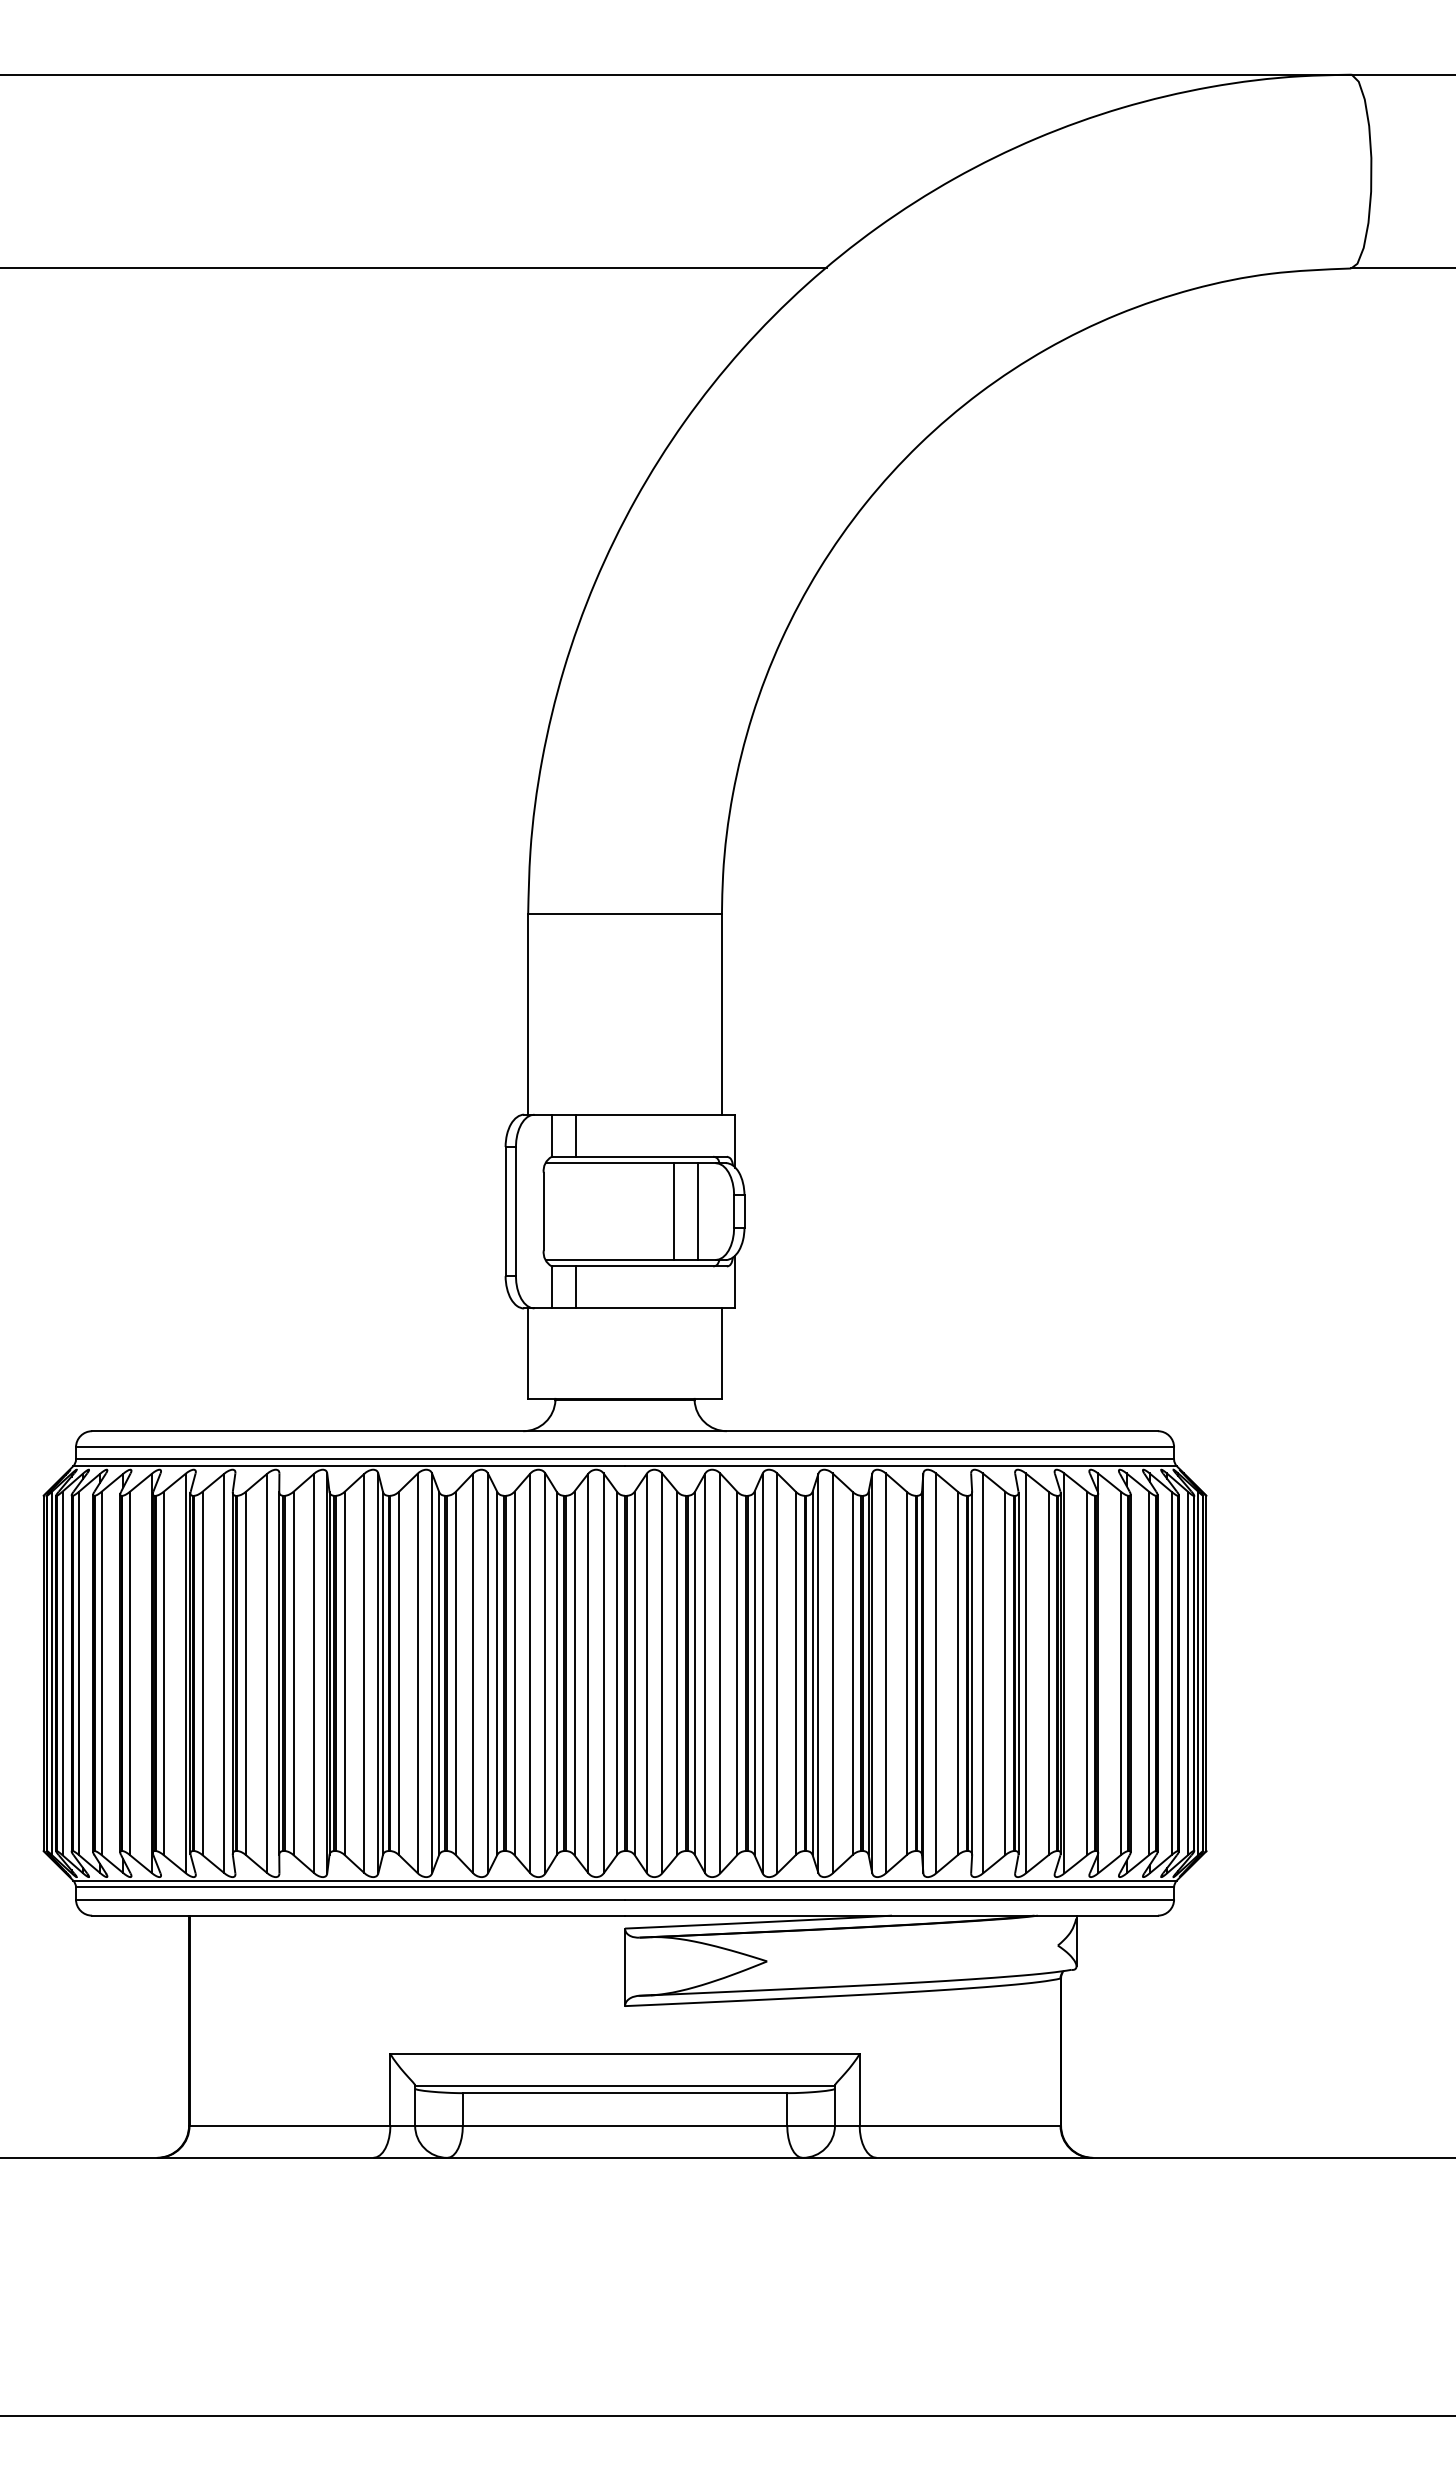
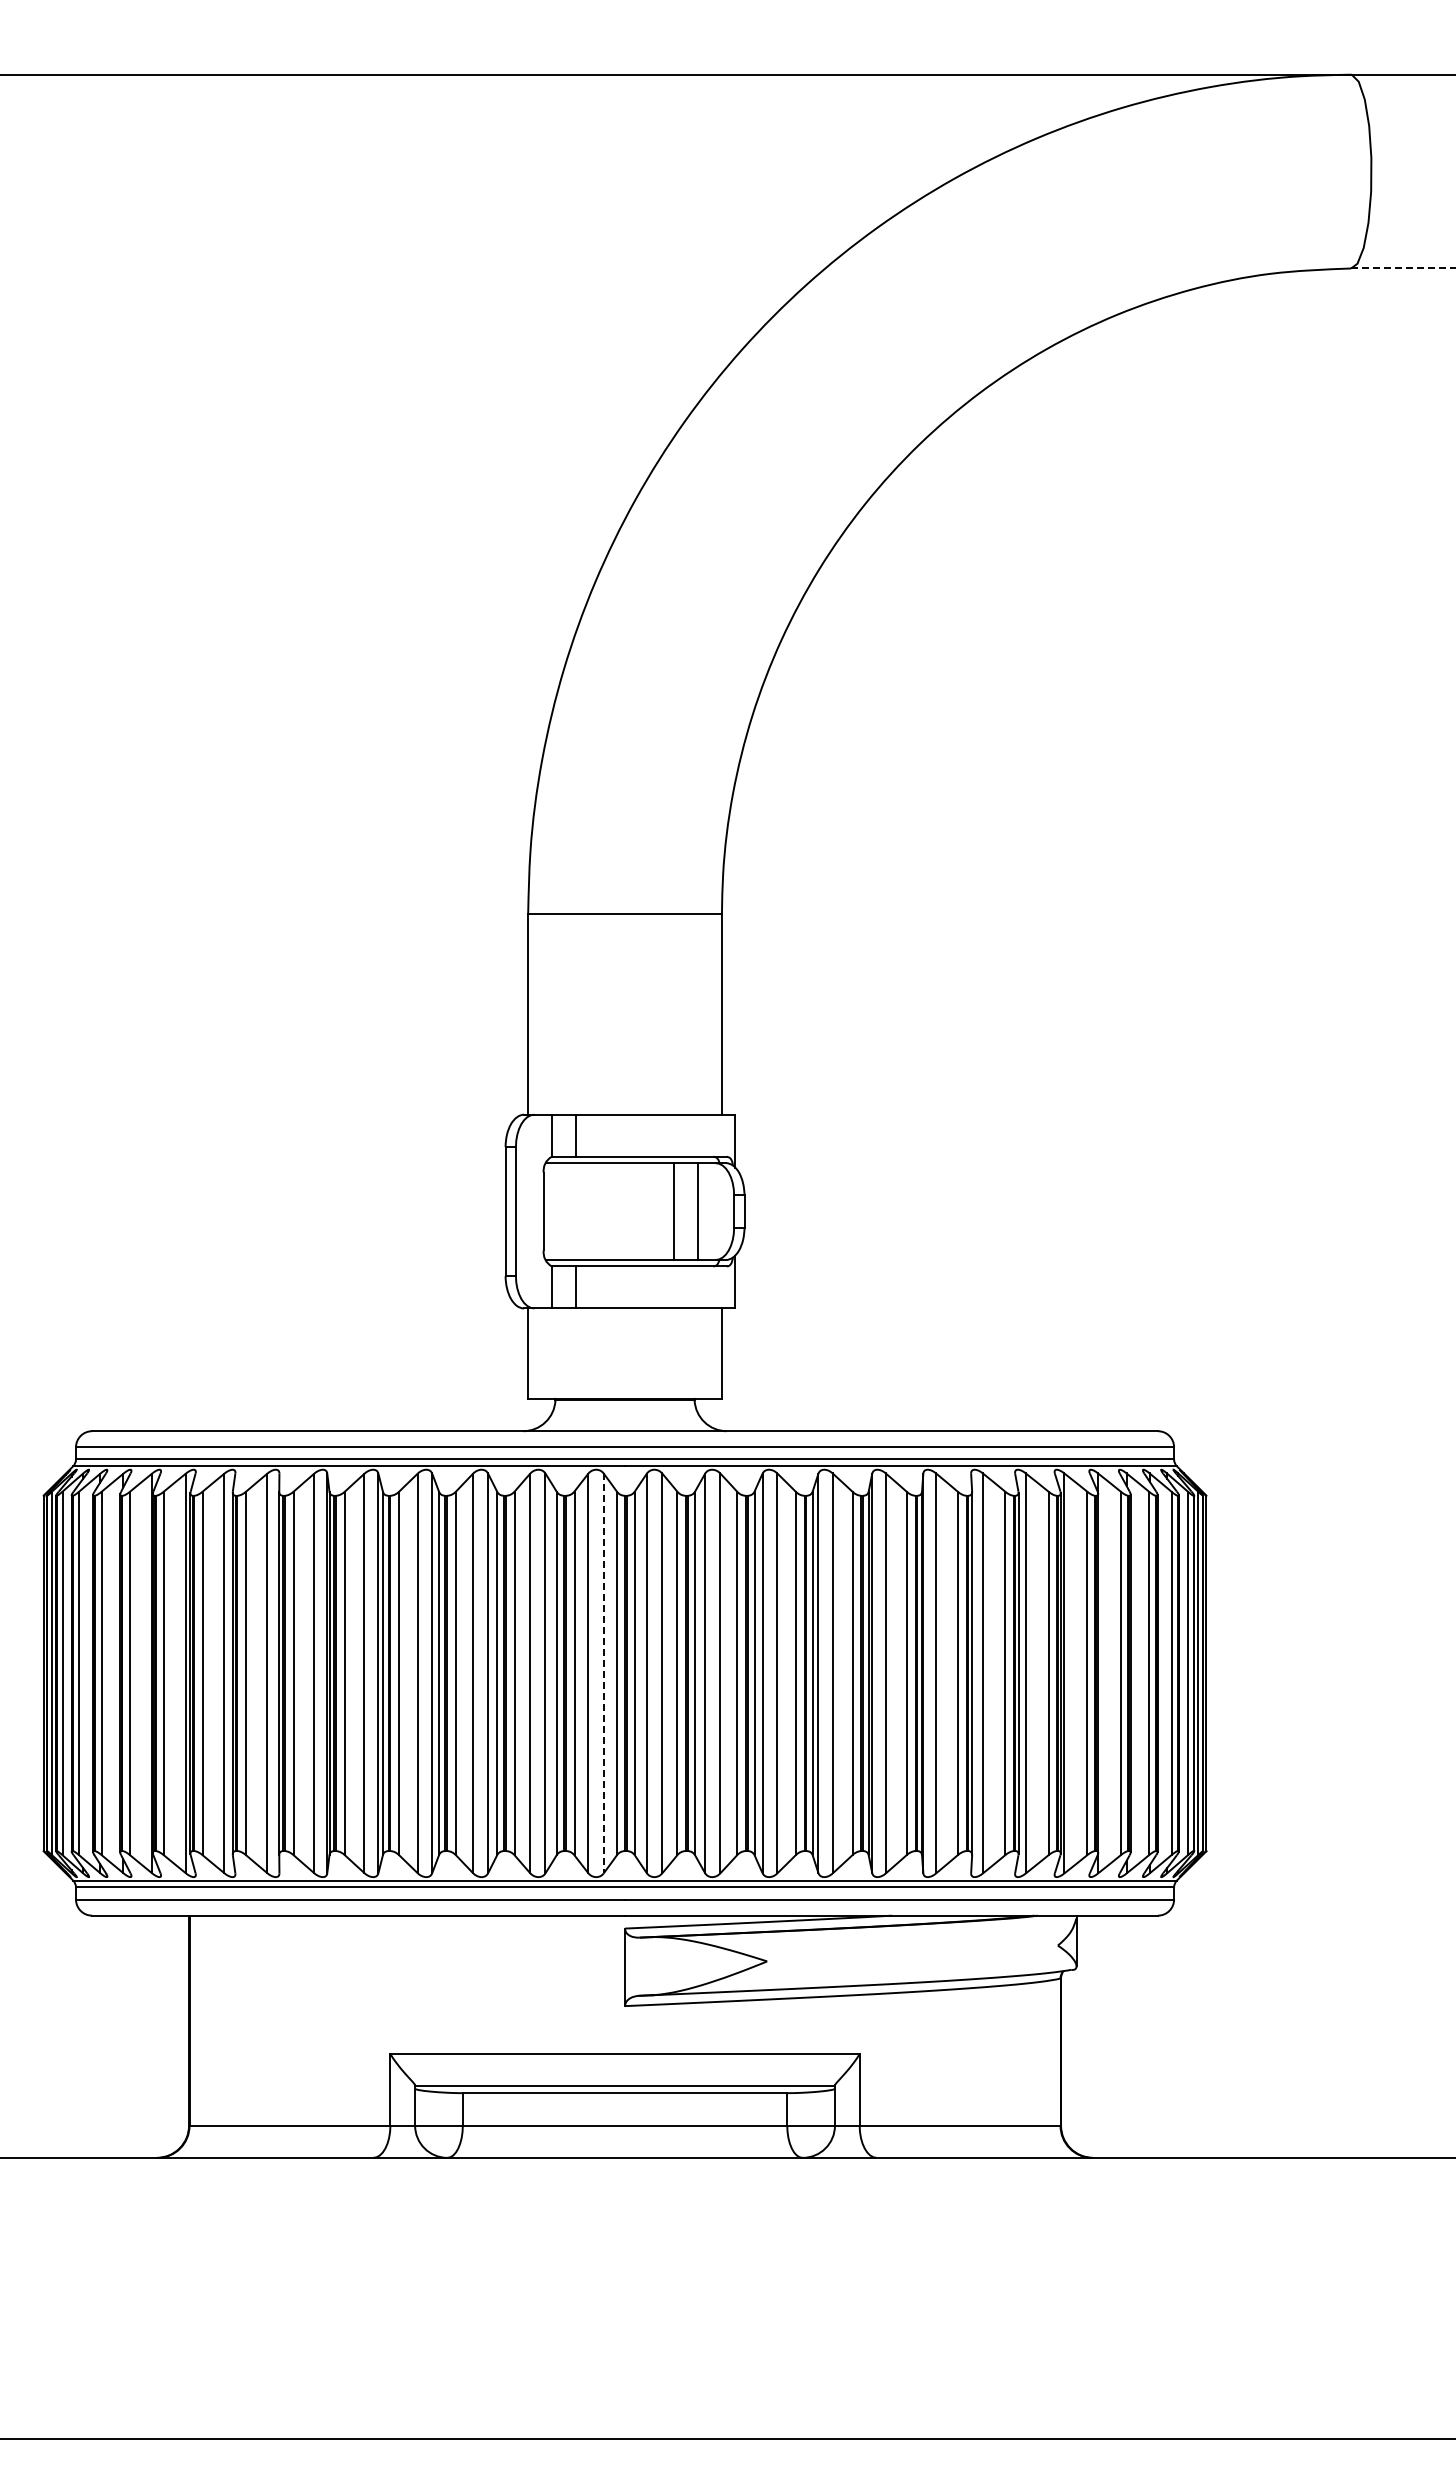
line at (414, 268): present -> none
line at (1403, 268): solid -> dashed
line at (603, 1673): solid -> dashed
line at (727, 2416) position: (727, 2416) -> (727, 2439)
